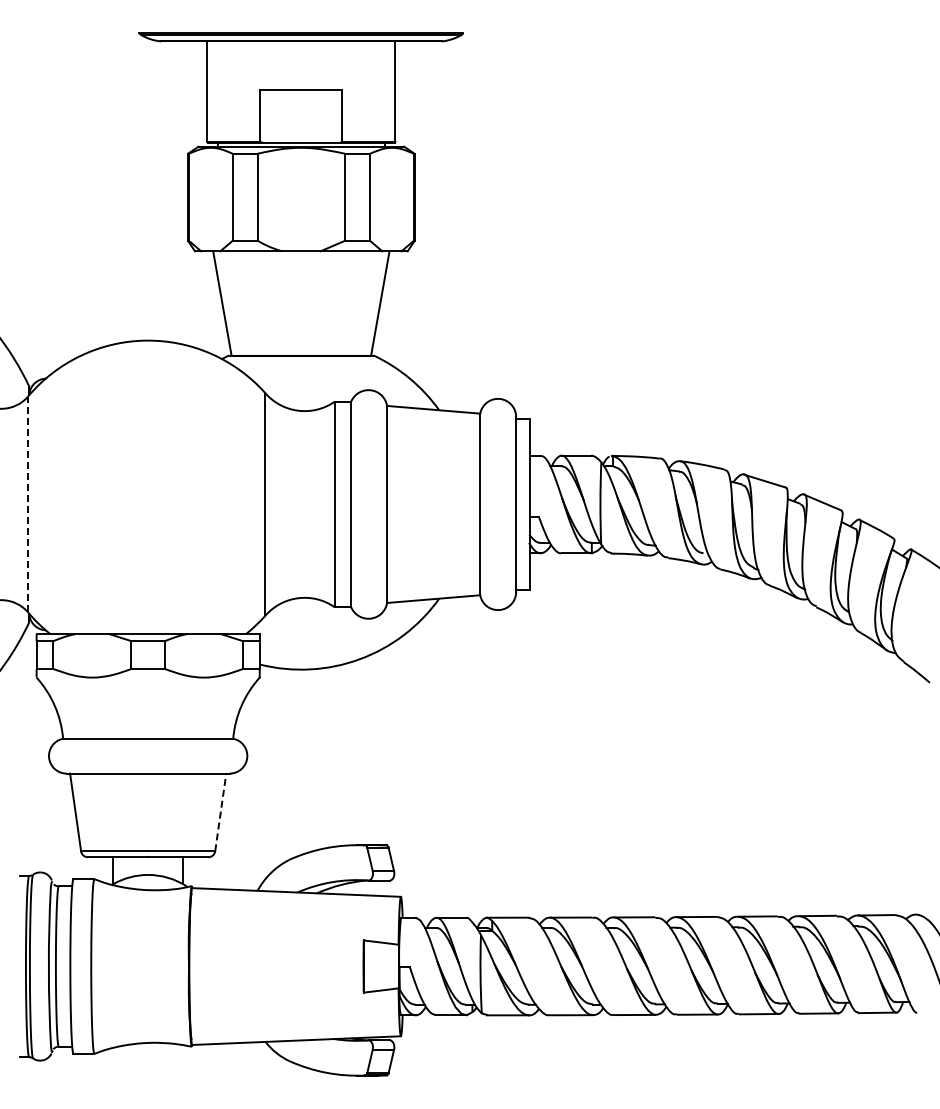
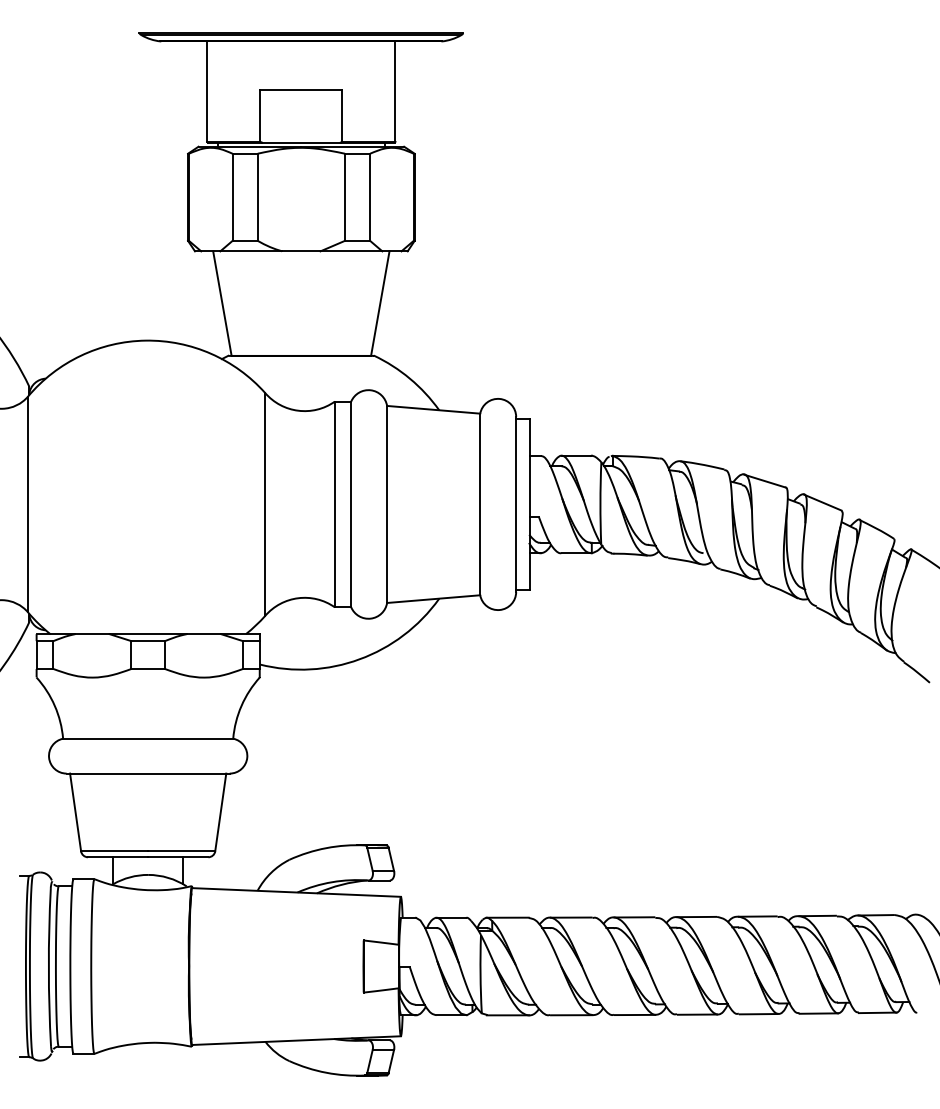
line at (28, 504): dashed -> solid
line at (220, 811): dashed -> solid
